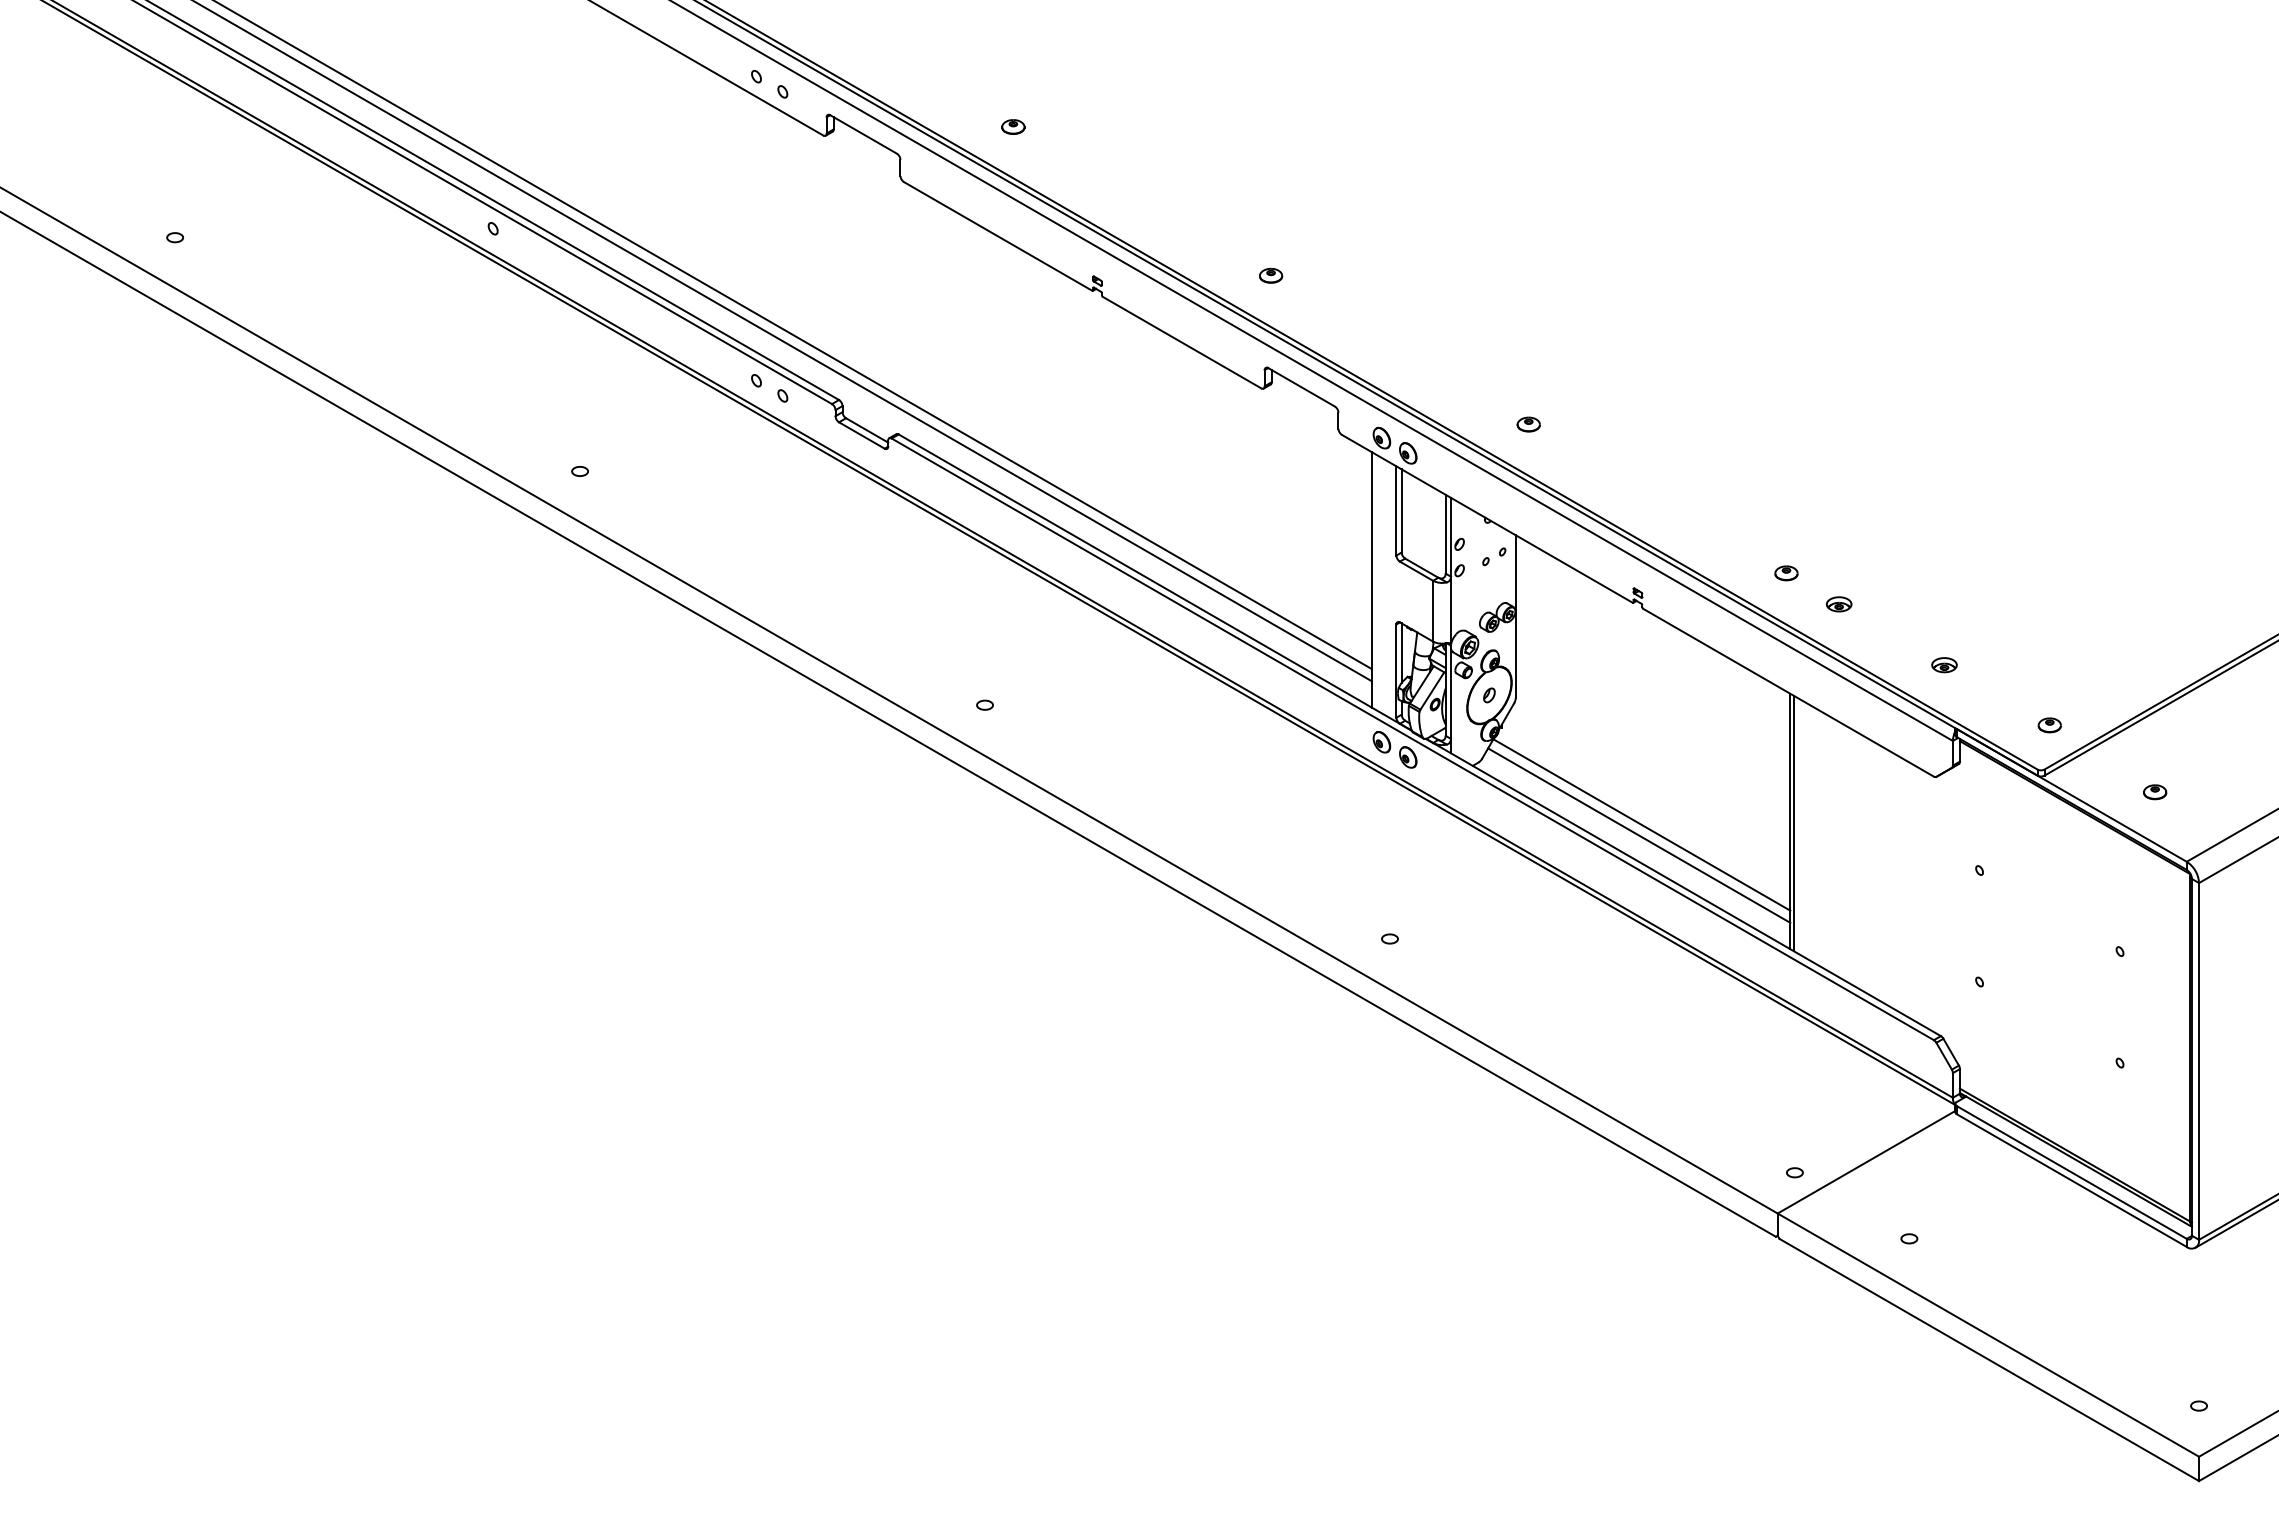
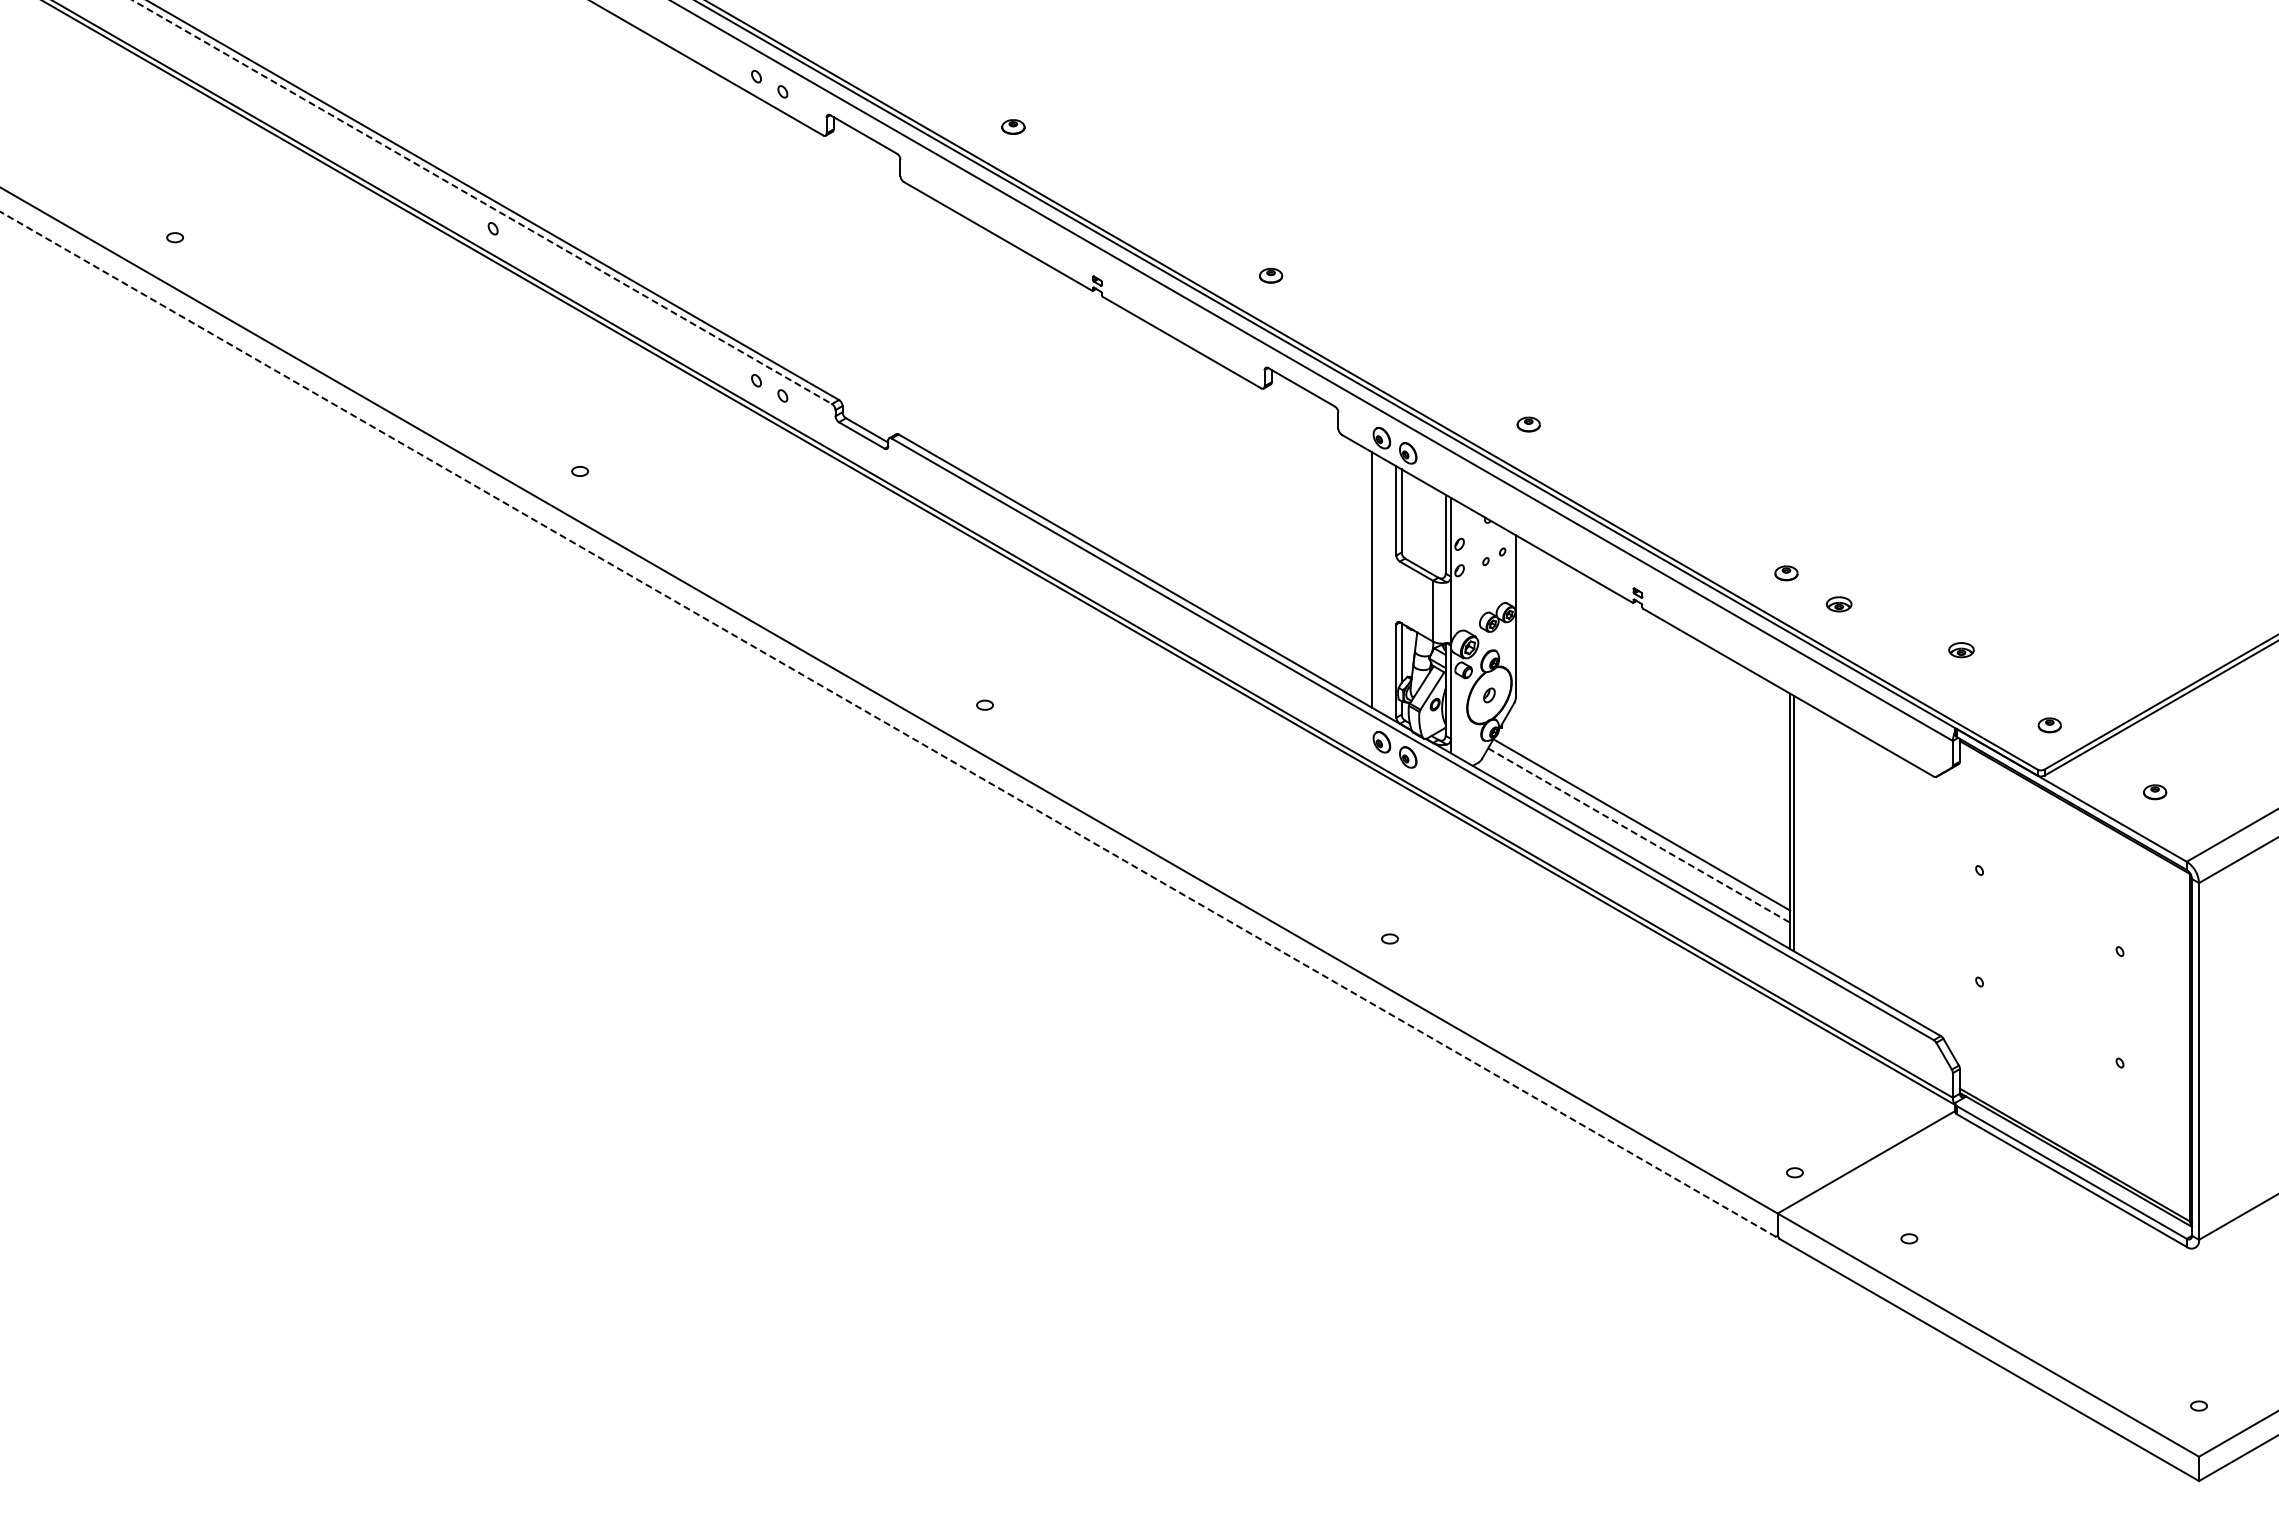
line at (482, 202): solid -> dashed
line at (793, 335): present -> none
line at (783, 341): present -> none
part at (1944, 665) position: (1944, 665) -> (1961, 650)
line at (888, 724): solid -> dashed
line at (1639, 835): solid -> dashed
line at (2235, 1224): present -> none
